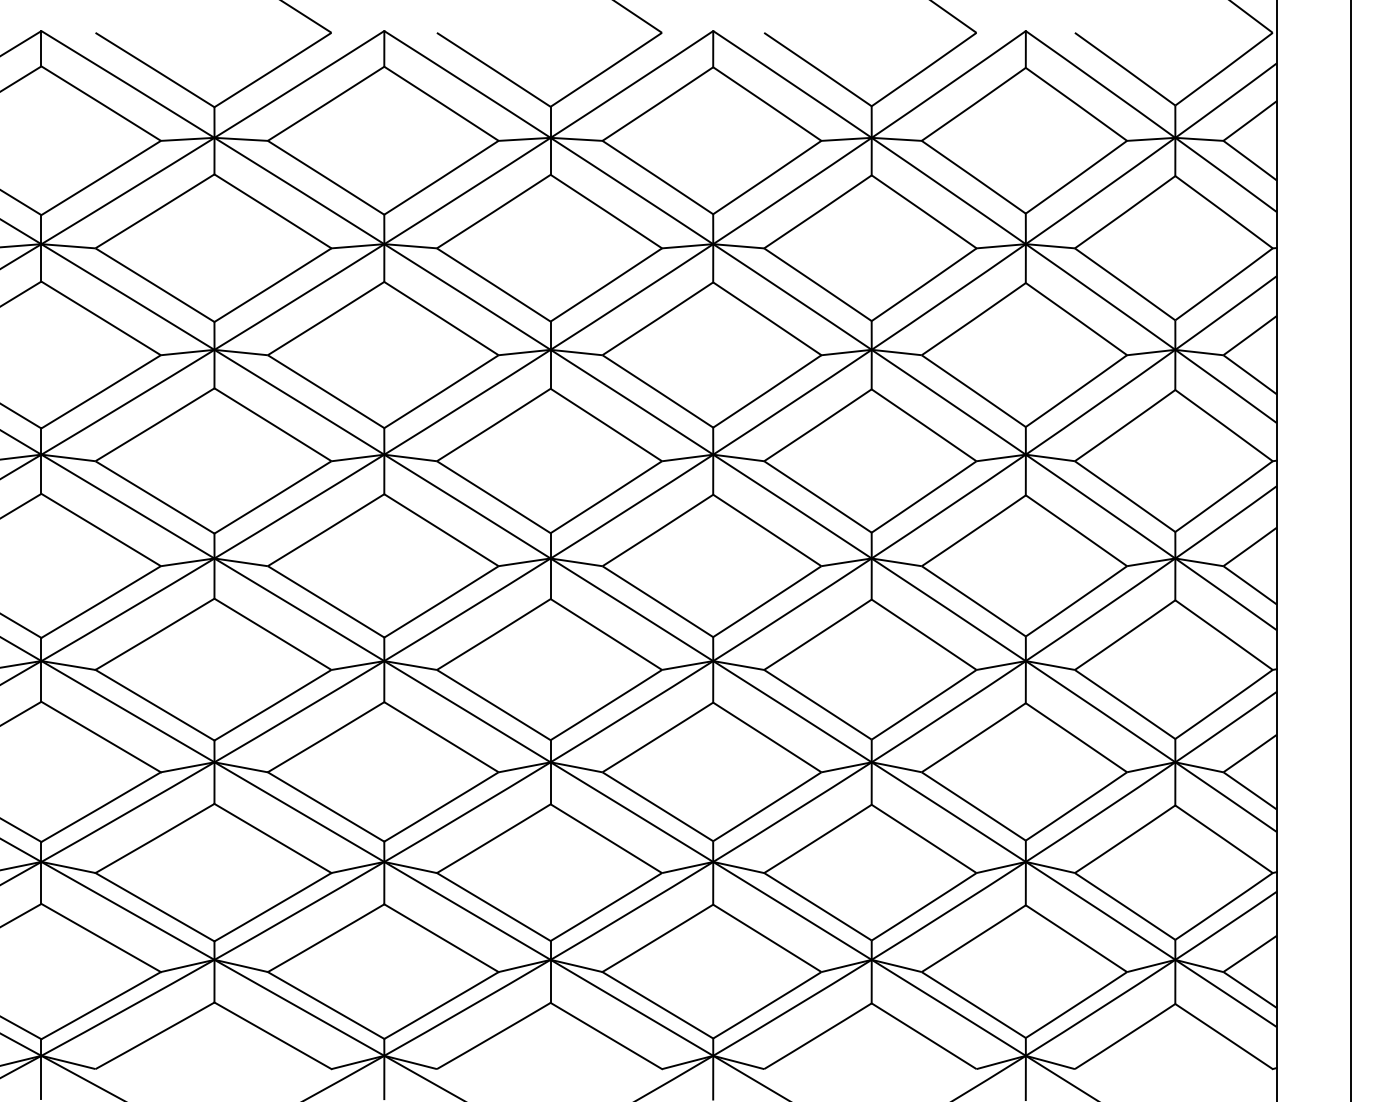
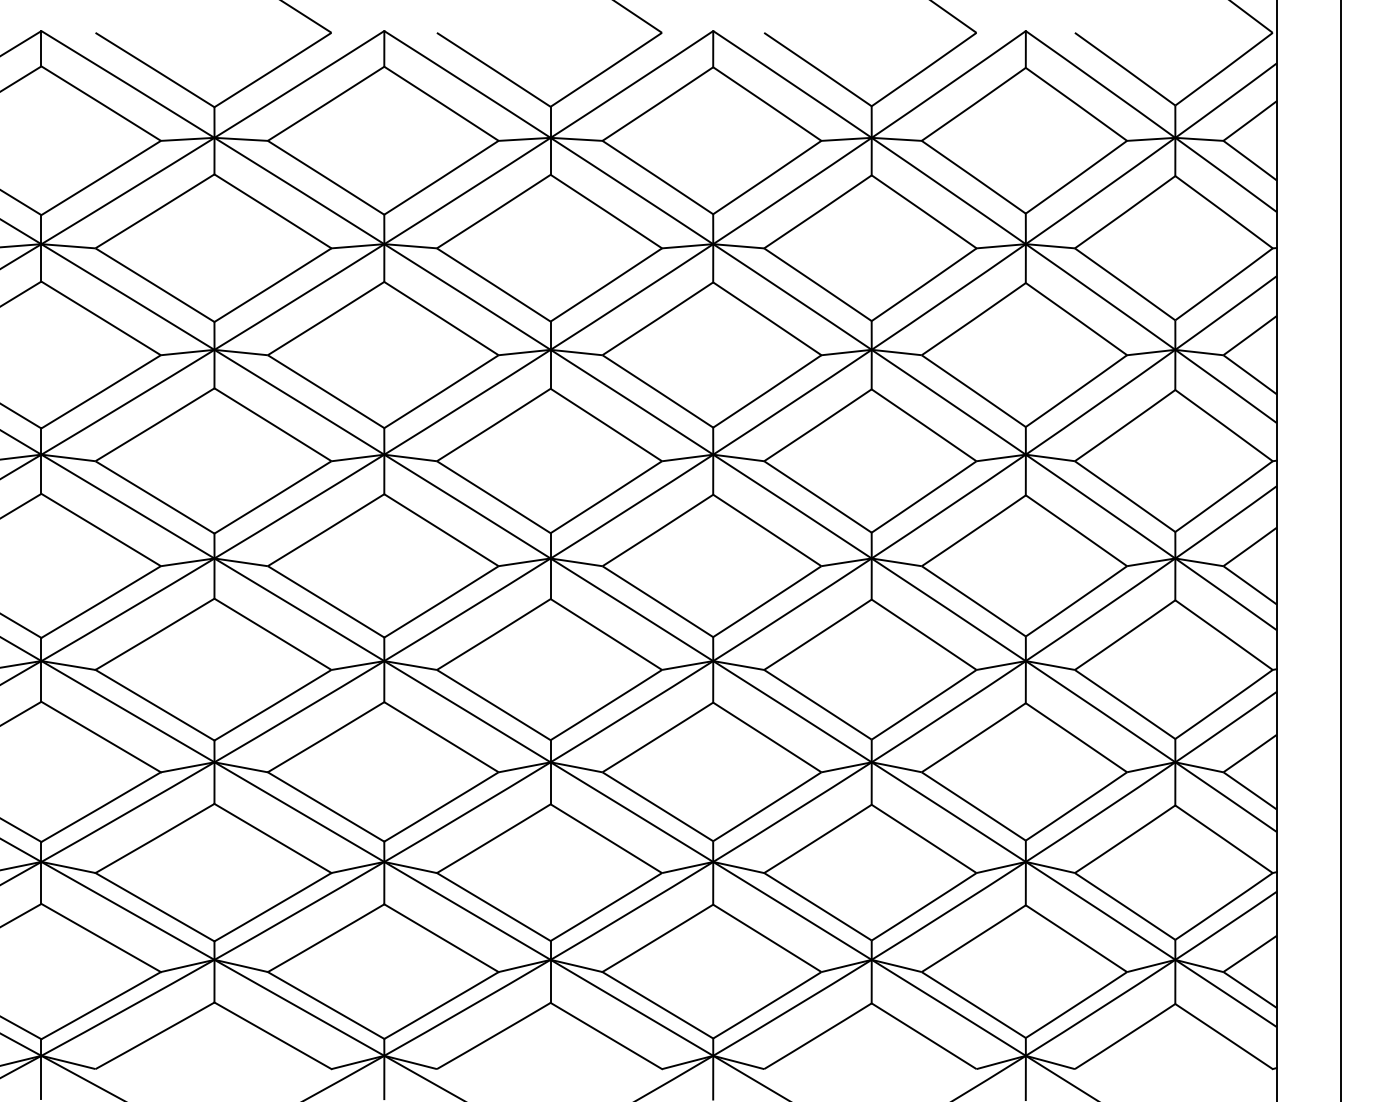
line at (1350, 550) position: (1350, 550) -> (1340, 550)
